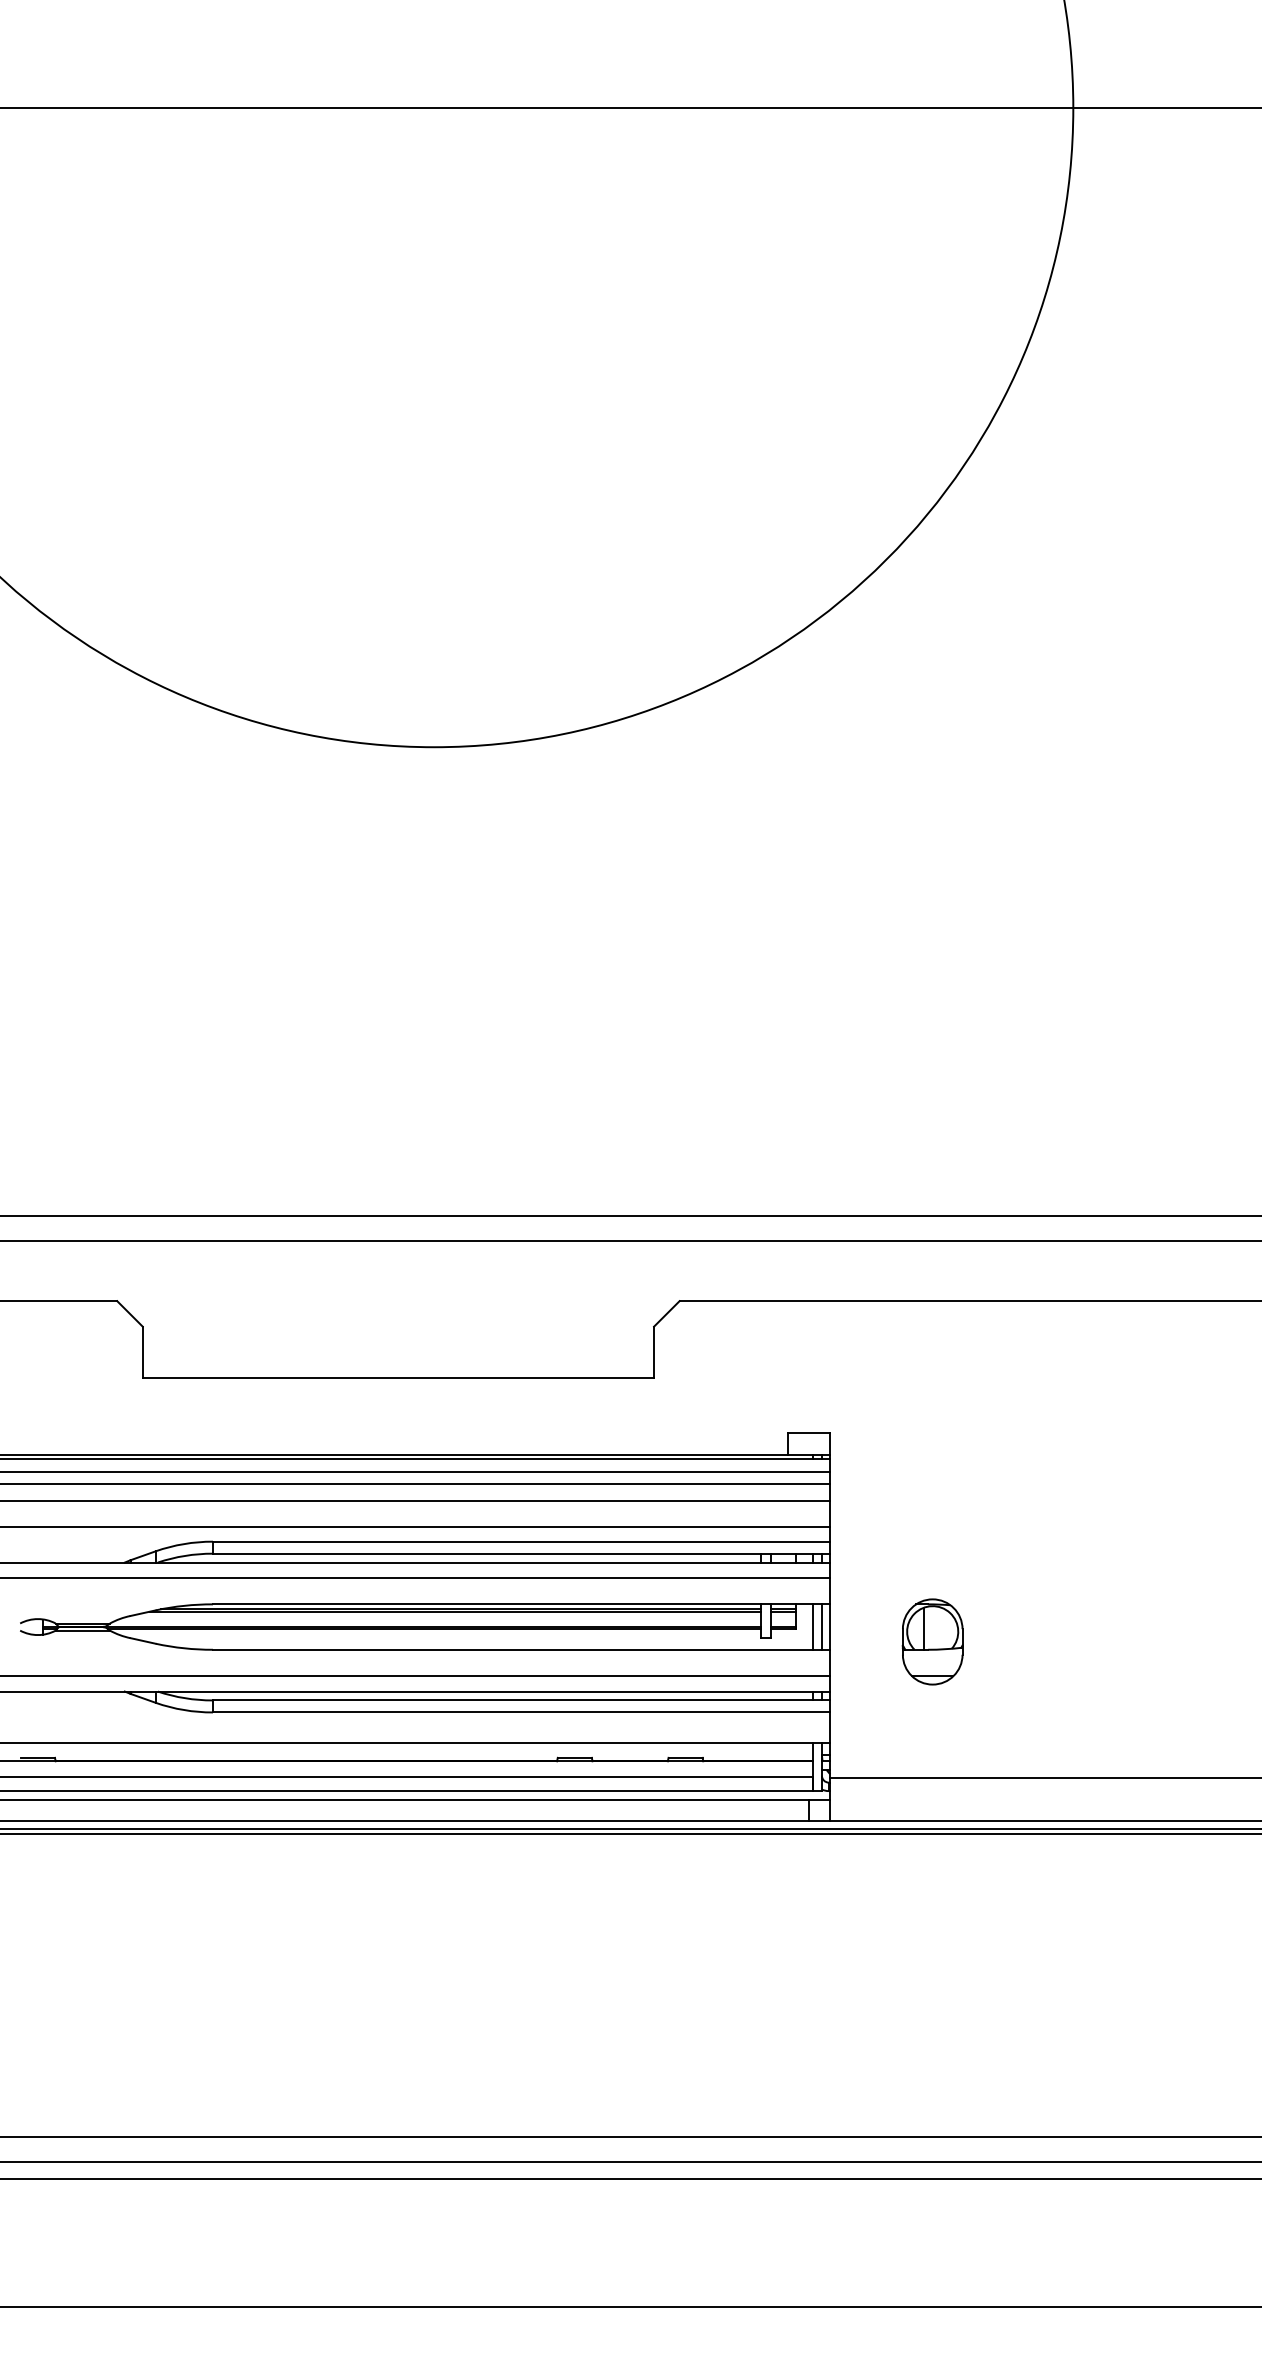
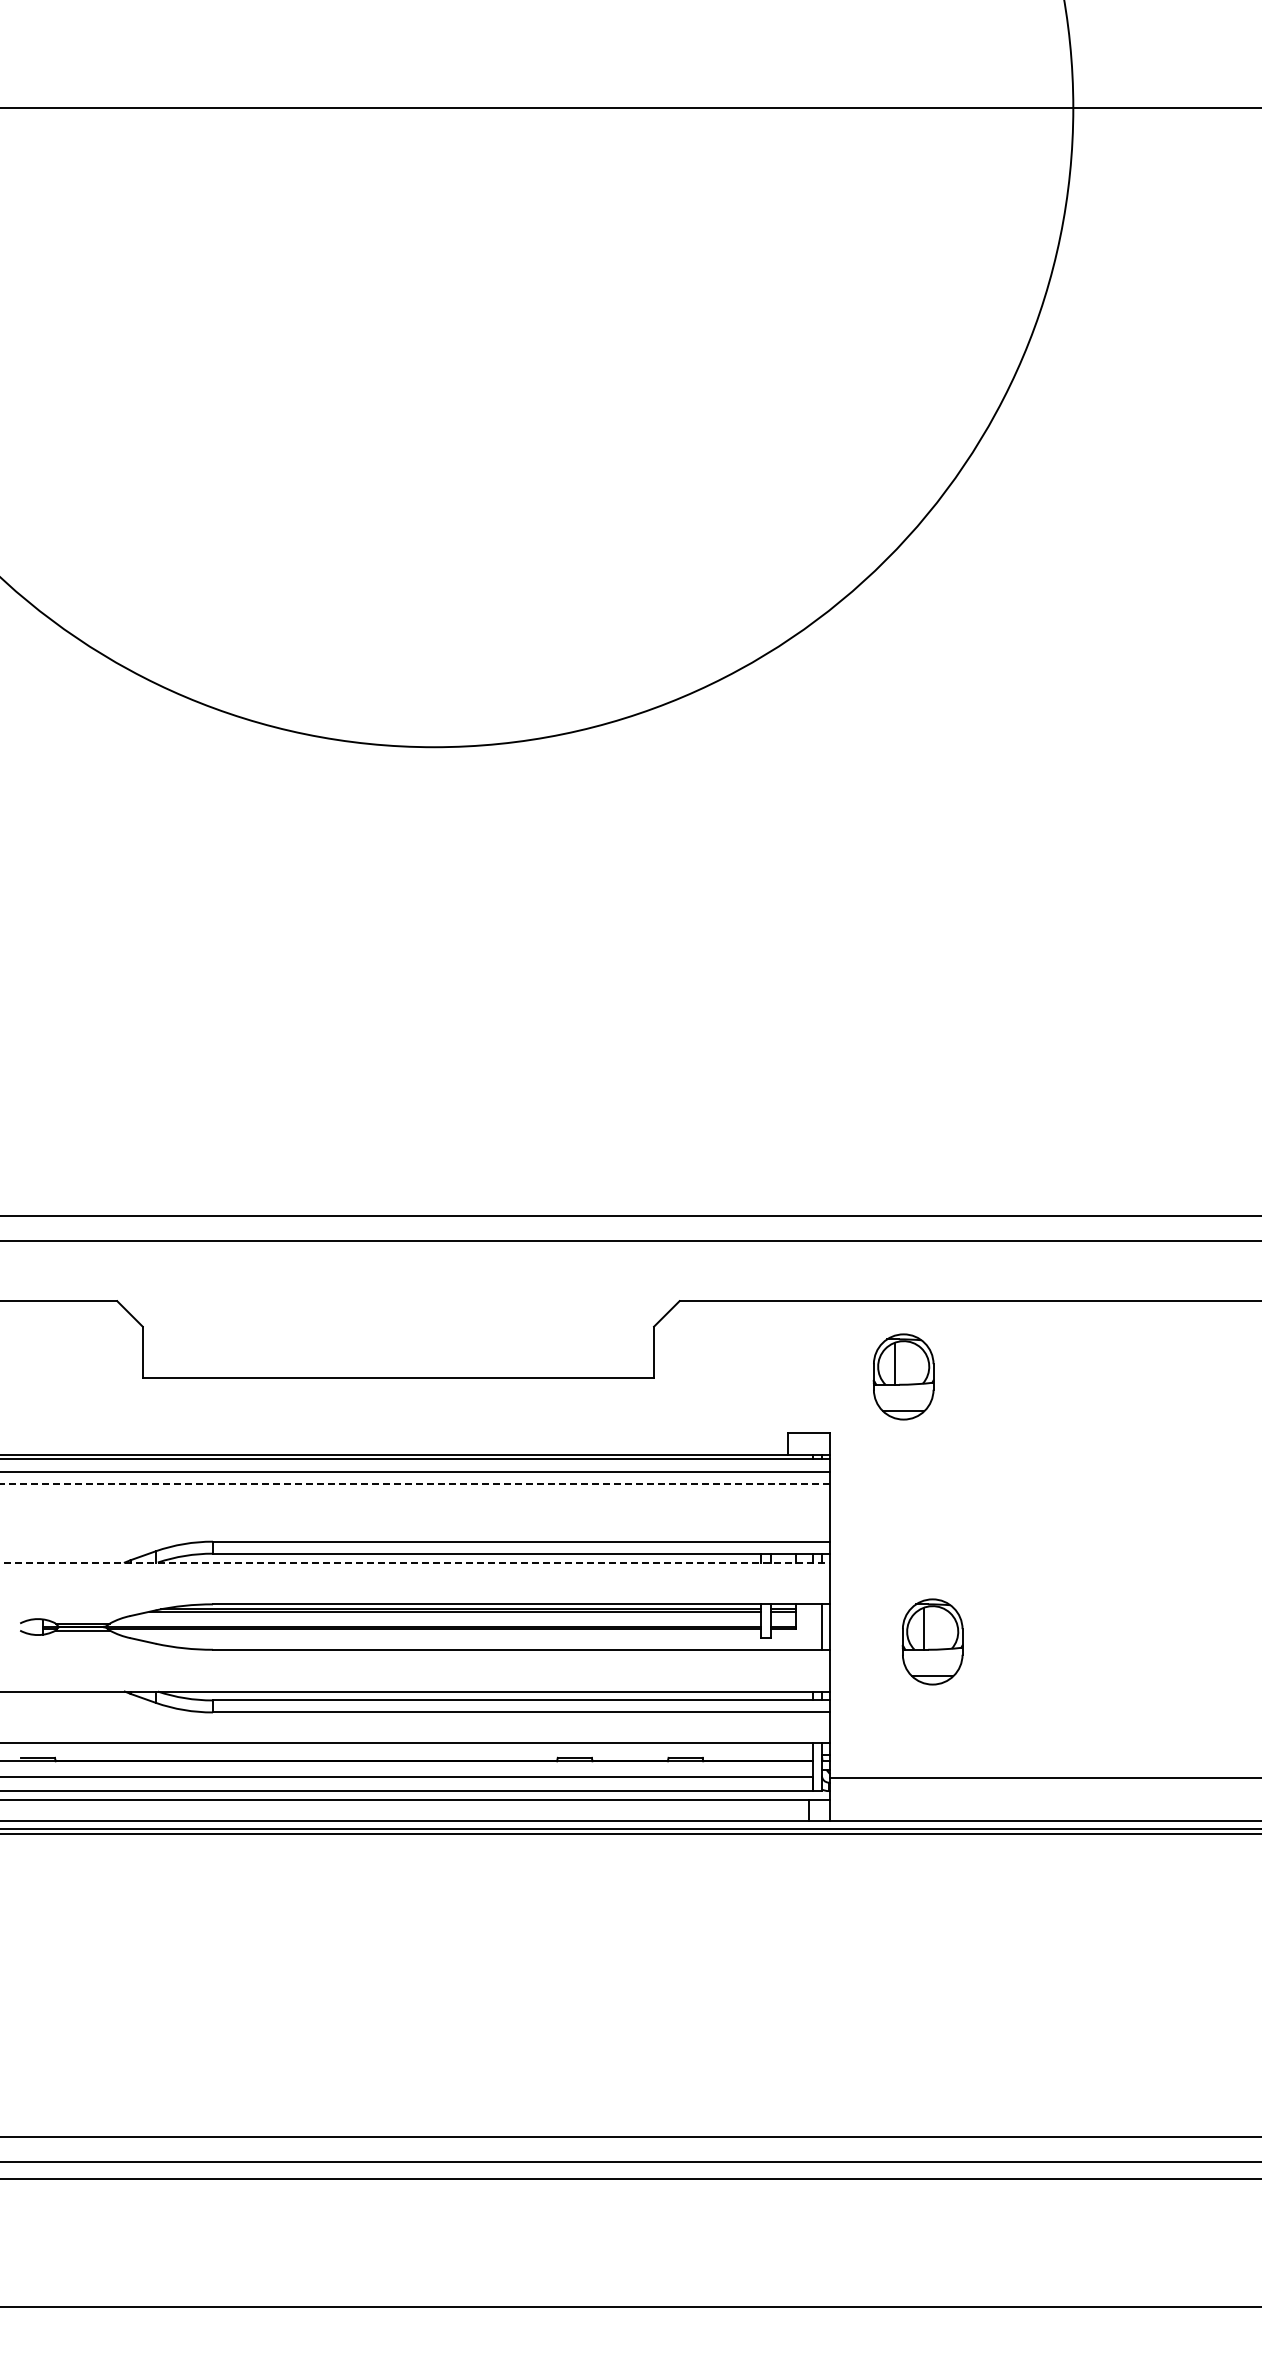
part at (903, 1376): none -> present
line at (415, 1484): solid -> dashed
line at (416, 1501): present -> none
line at (416, 1526): present -> none
line at (415, 1562): solid -> dashed
line at (416, 1577): present -> none
line at (813, 1626): present -> none
line at (416, 1676): present -> none
